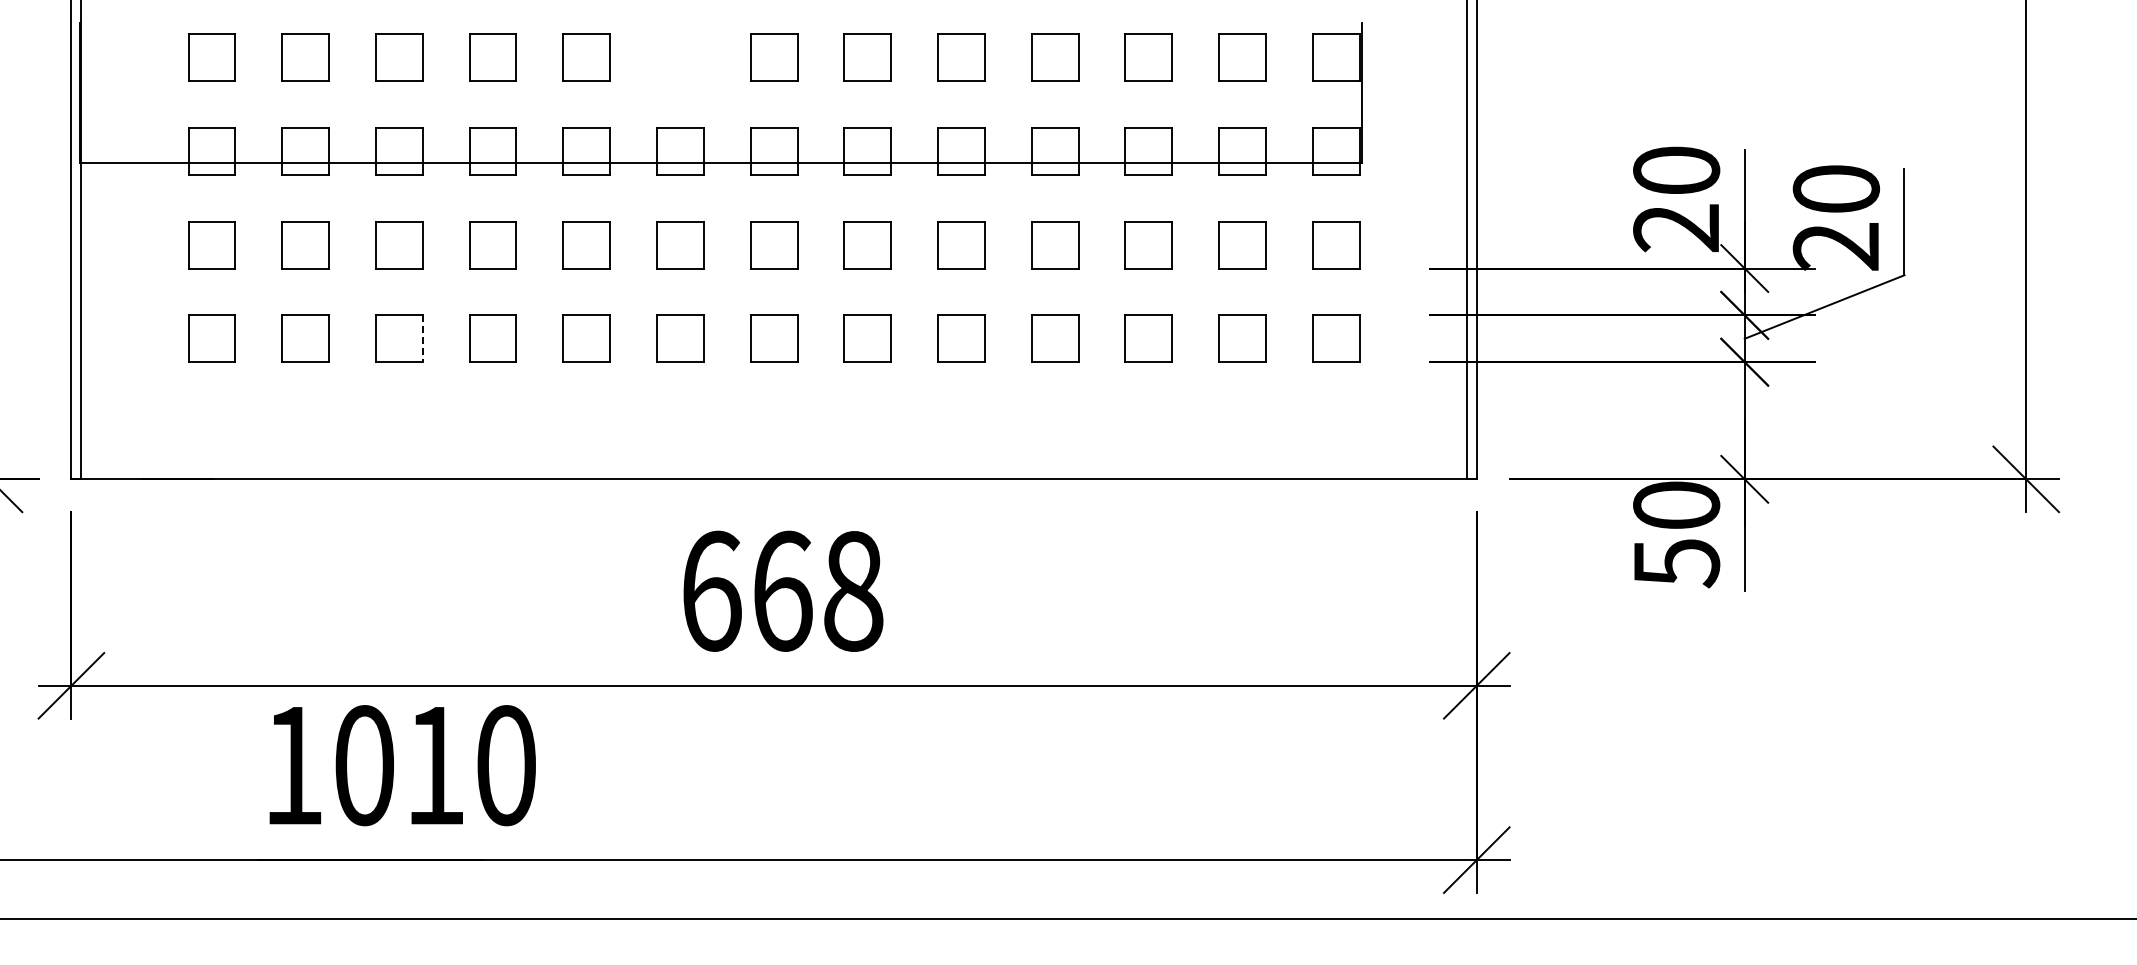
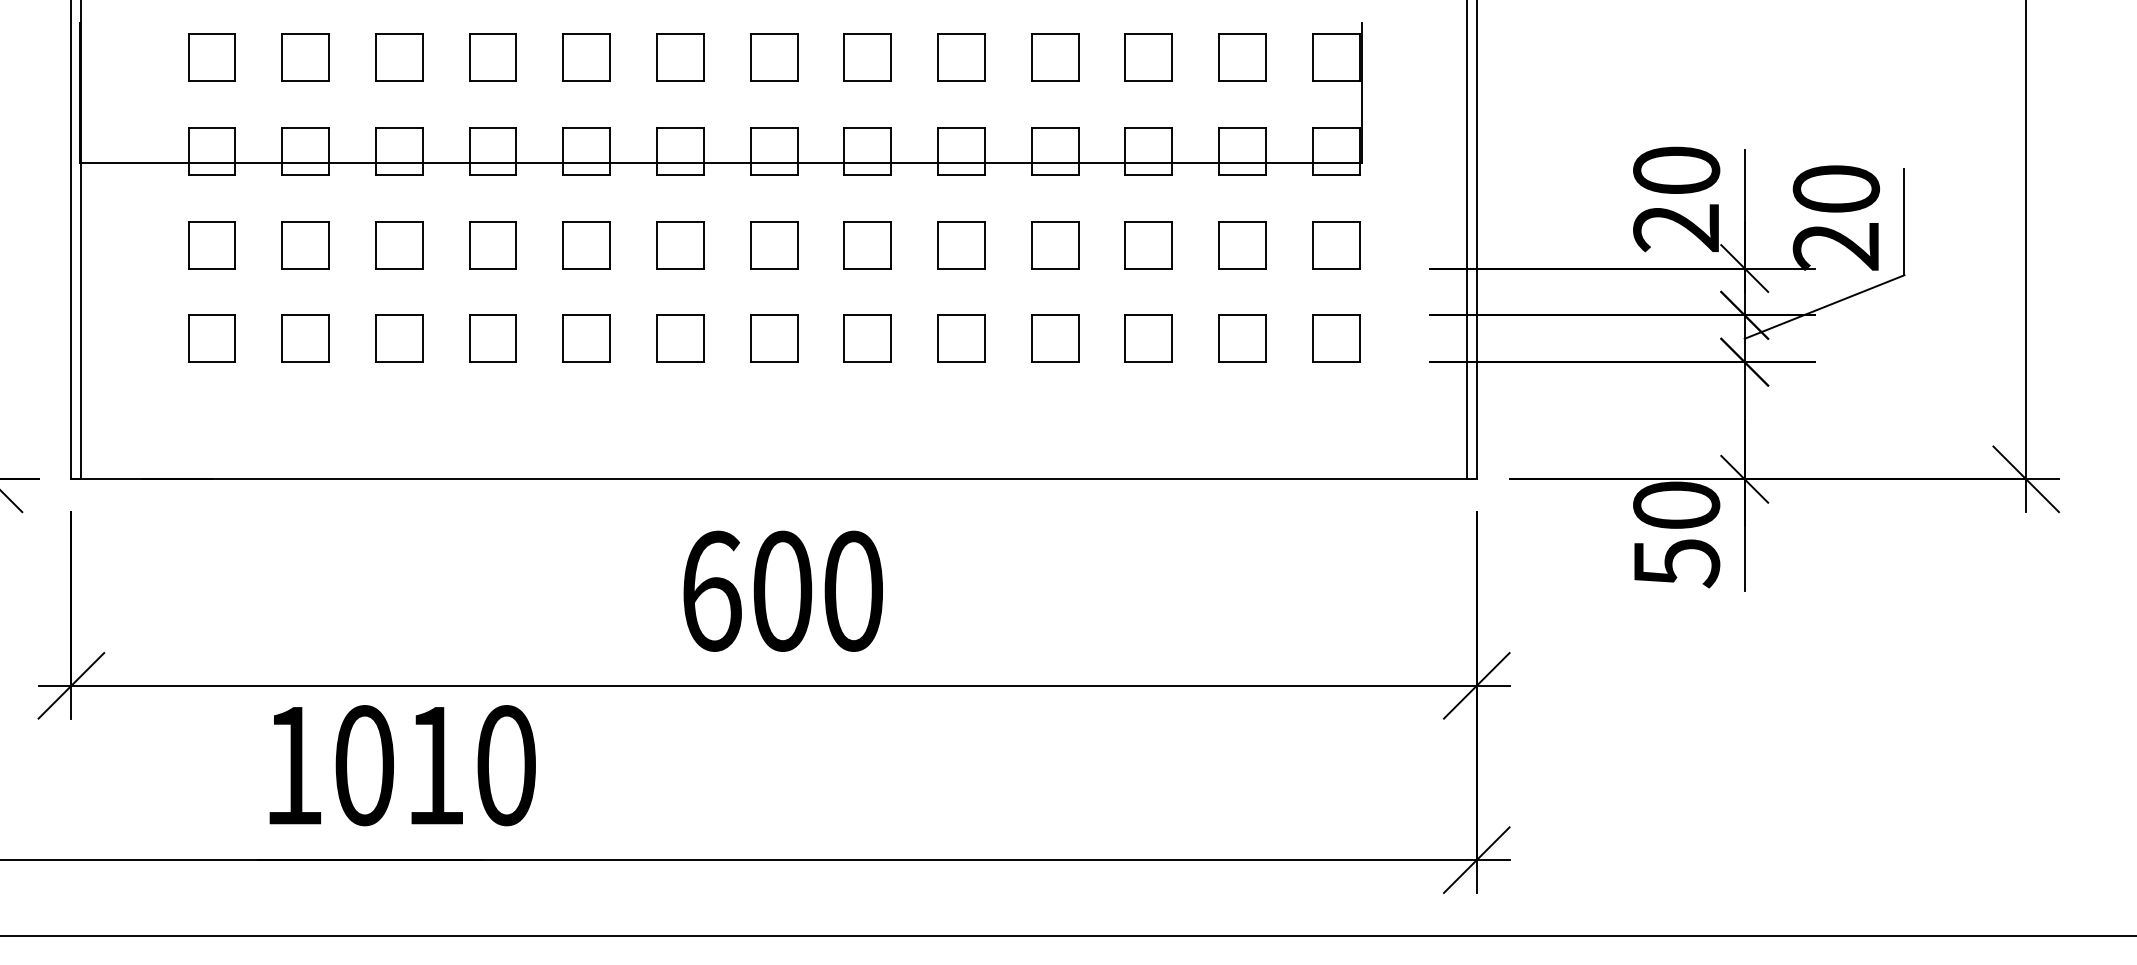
part at (680, 57): none -> present
line at (422, 339): dashed -> solid
text at (818, 590): 668 -> 600
line at (1067, 919) position: (1067, 919) -> (1067, 936)
